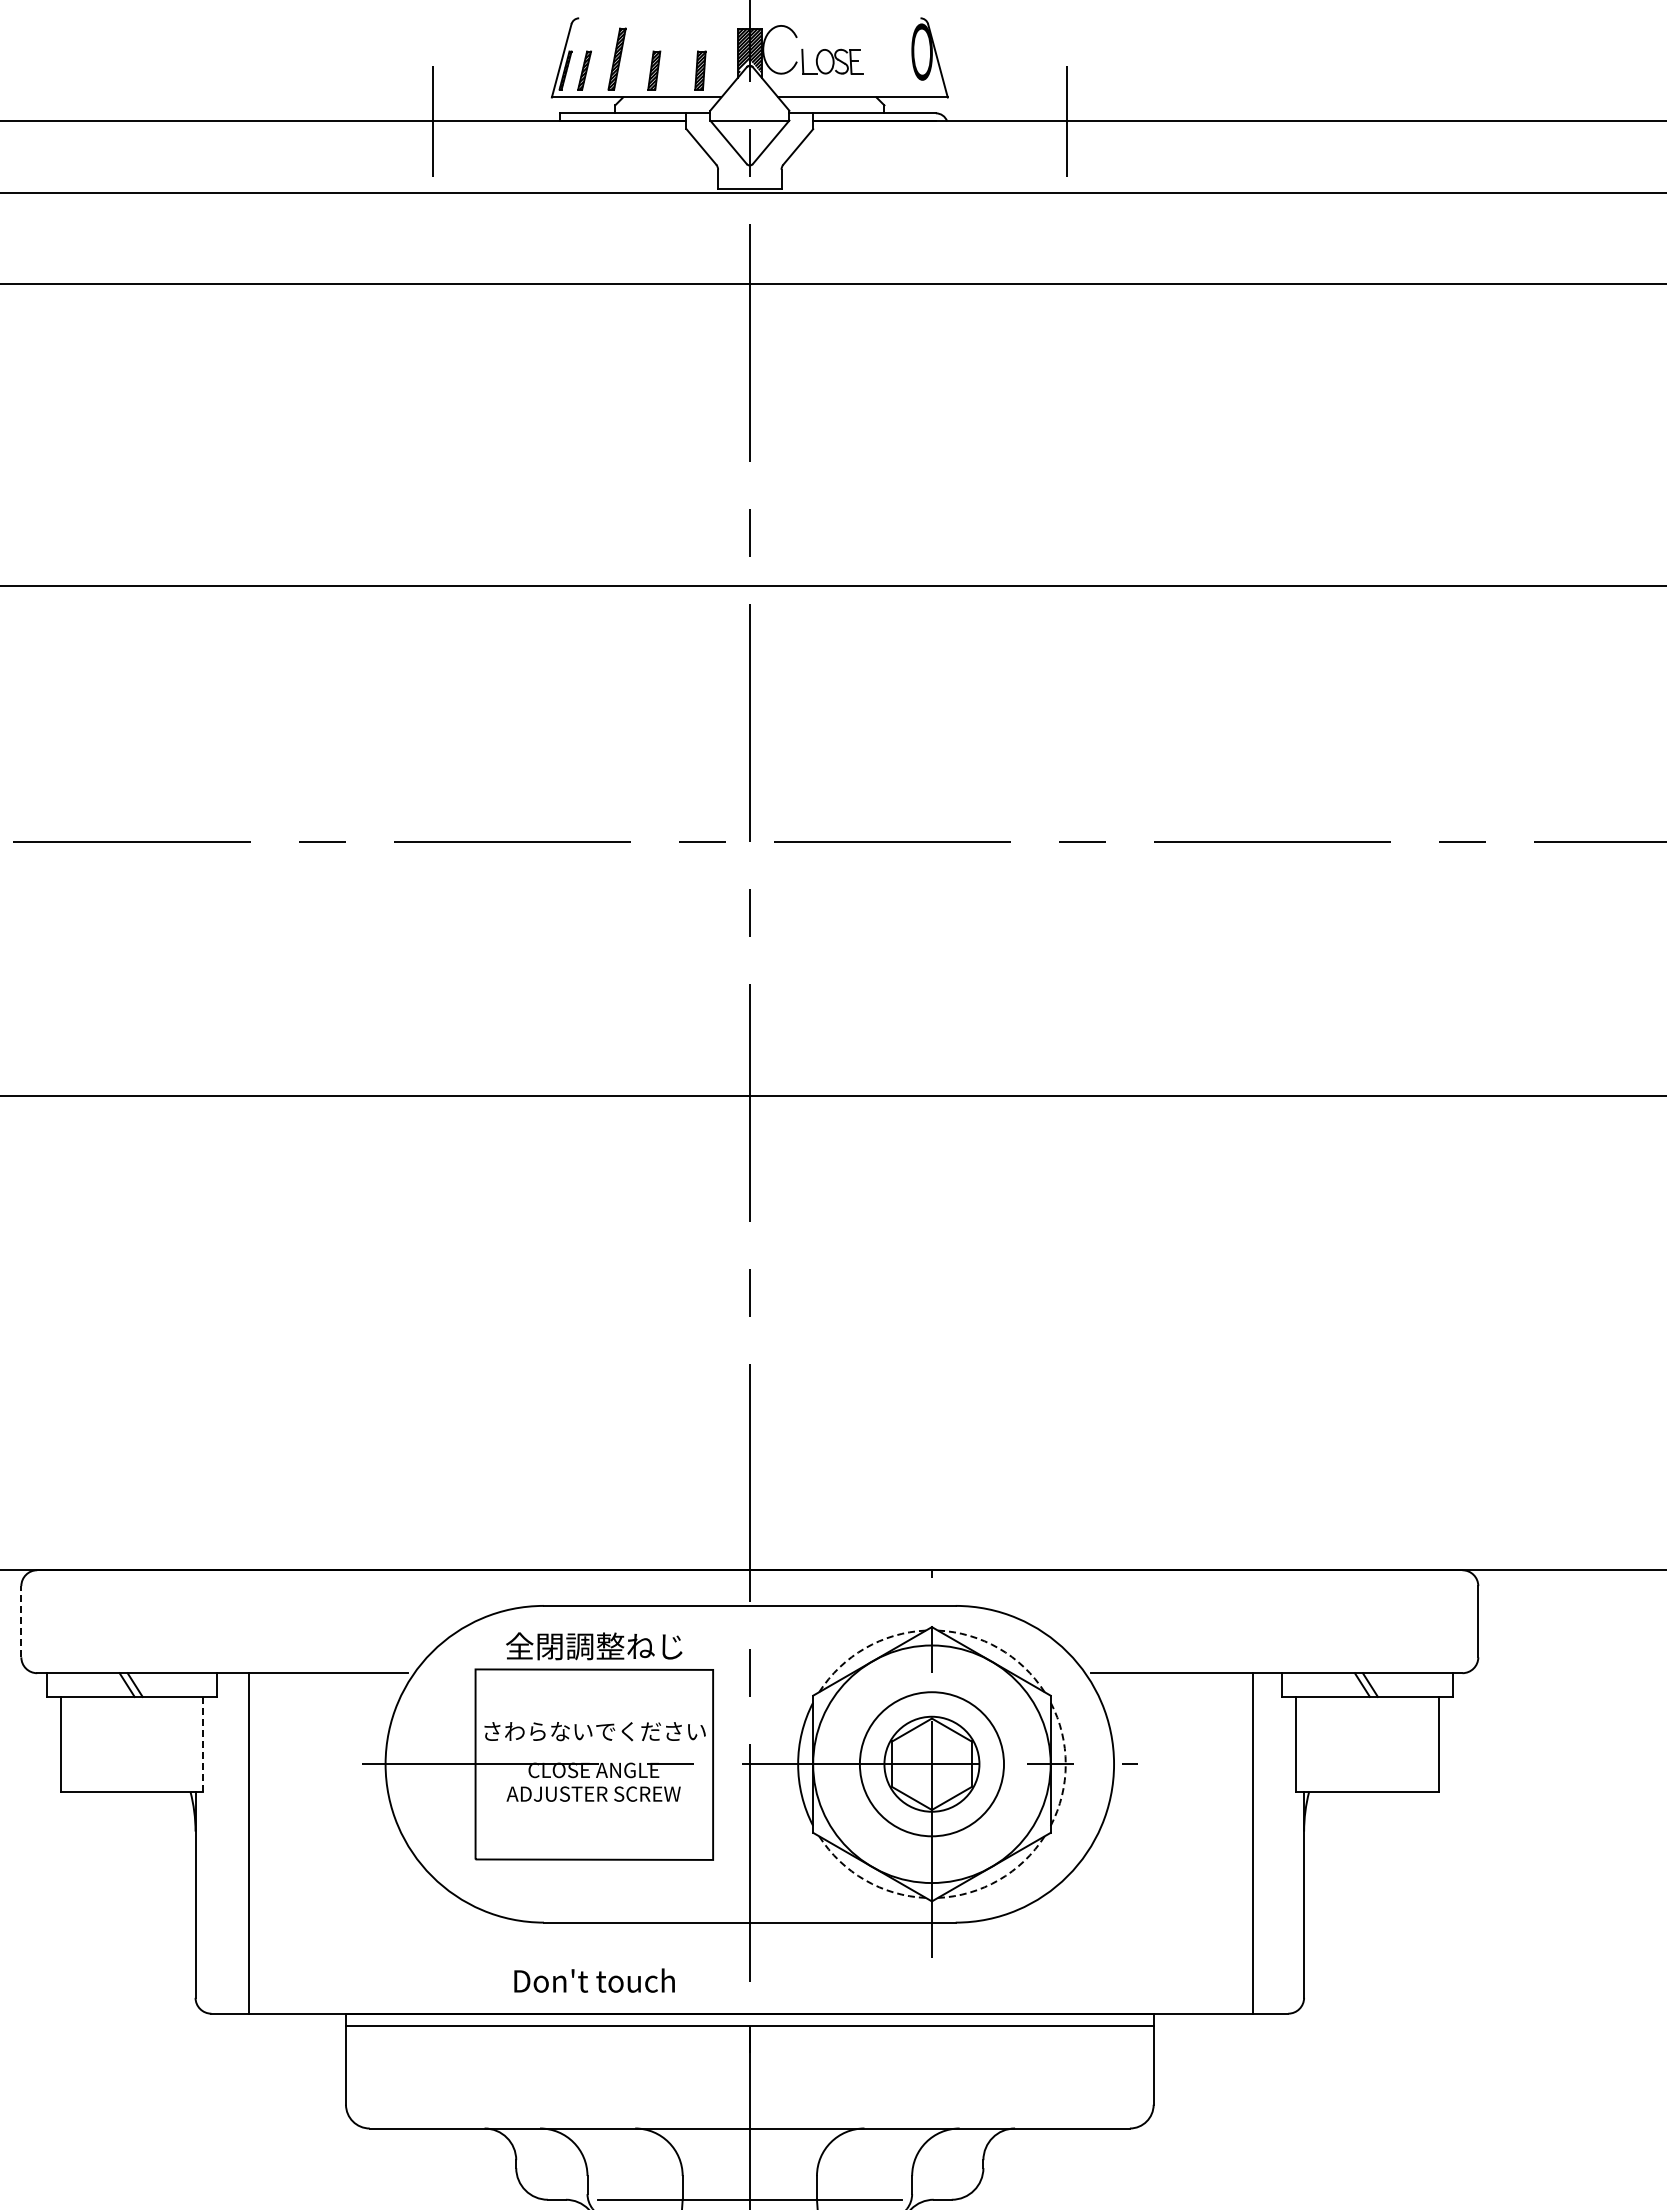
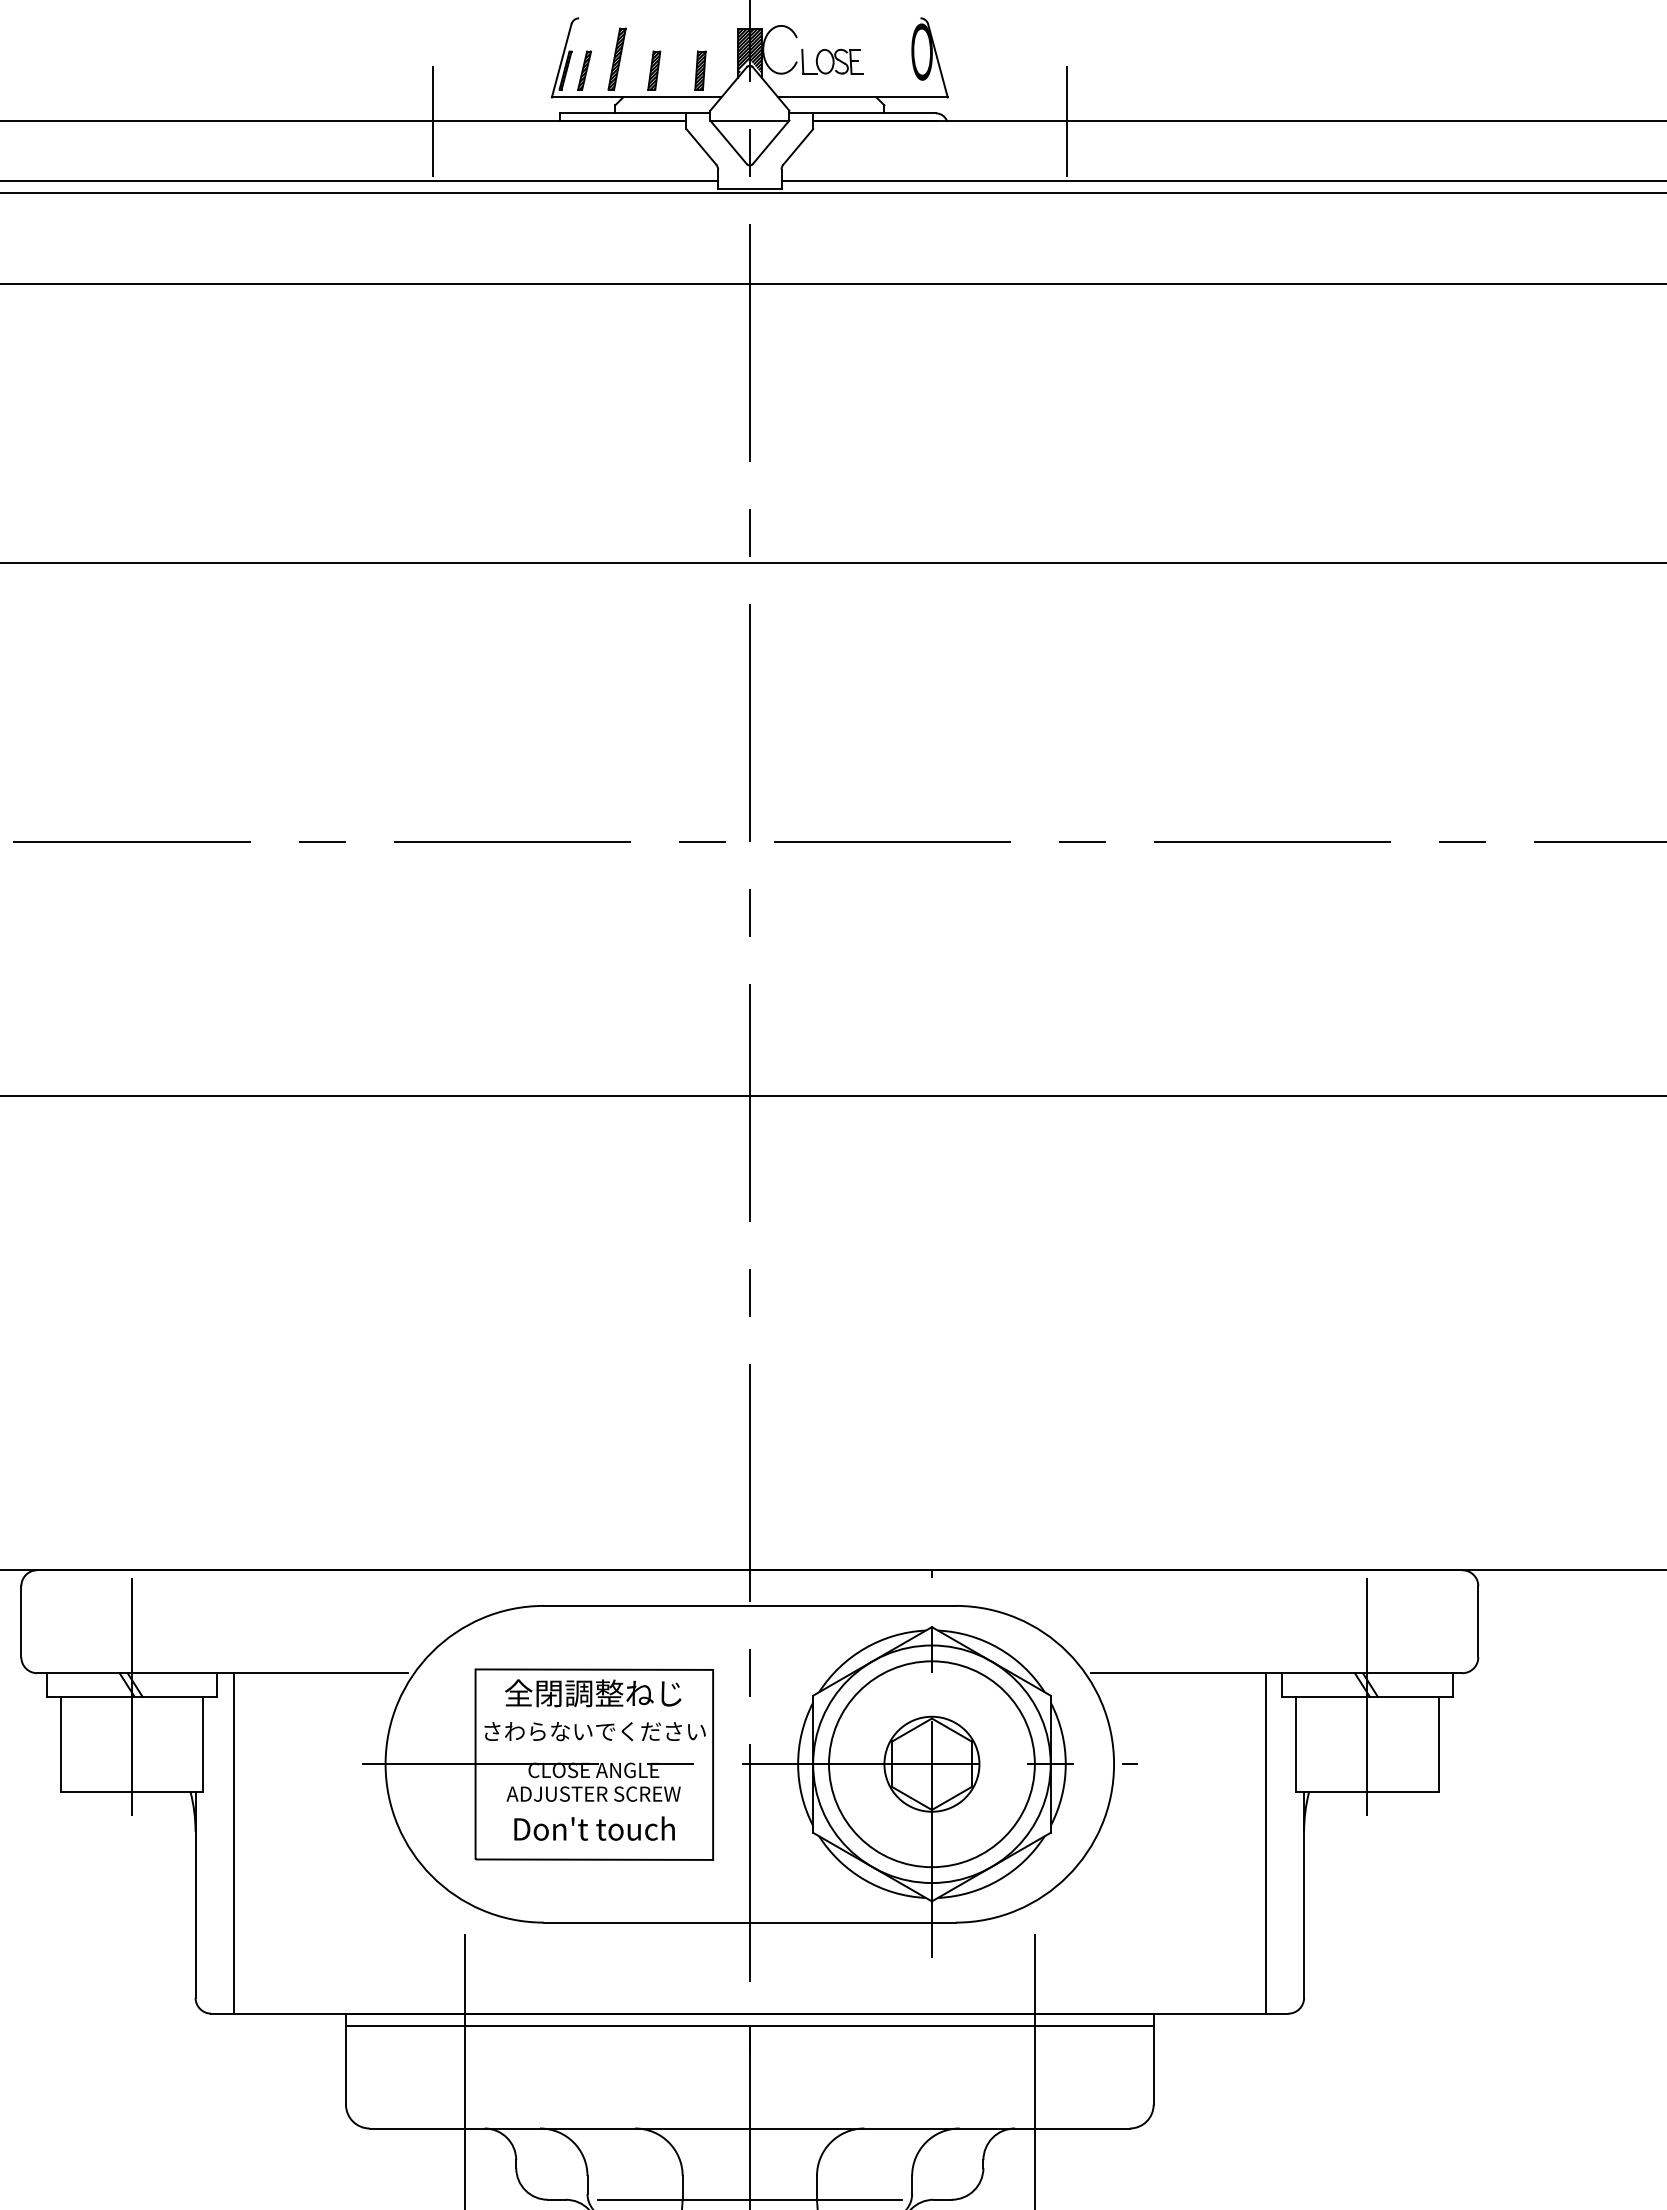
line at (360, 180): none -> present
line at (1222, 180): none -> present
line at (832, 586) position: (832, 586) -> (832, 563)
line at (21, 1621): dashed -> solid
text at (594, 1646) position: (594, 1646) -> (593, 1693)
arc at (865, 1648): dashed -> solid
arc at (998, 1648): dashed -> solid
line at (132, 1680): none -> present
line at (1367, 1680): none -> present
line at (203, 1744): dashed -> solid
circle at (931, 1764) diameter: 144 px -> 206 px
arc at (1065, 1764): dashed -> solid
line at (249, 1843) position: (249, 1843) -> (234, 1843)
line at (1252, 1843) position: (1252, 1843) -> (1265, 1843)
arc at (865, 1880): dashed -> solid
arc at (998, 1880): dashed -> solid
text at (594, 1980) position: (594, 1980) -> (594, 1828)
line at (464, 2070): none -> present
line at (1034, 2070): none -> present
